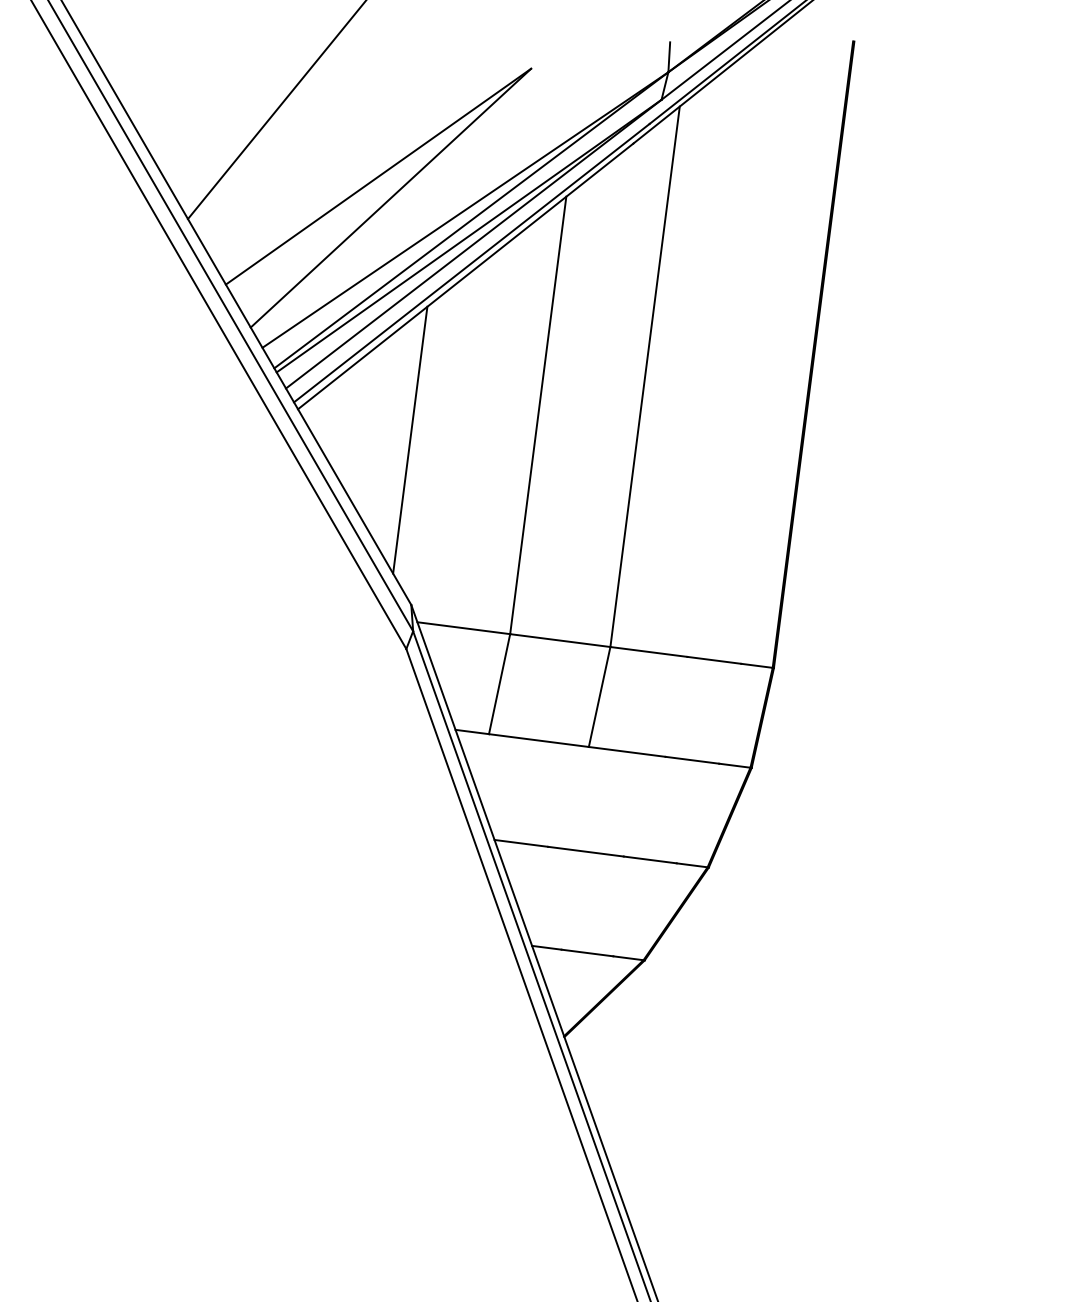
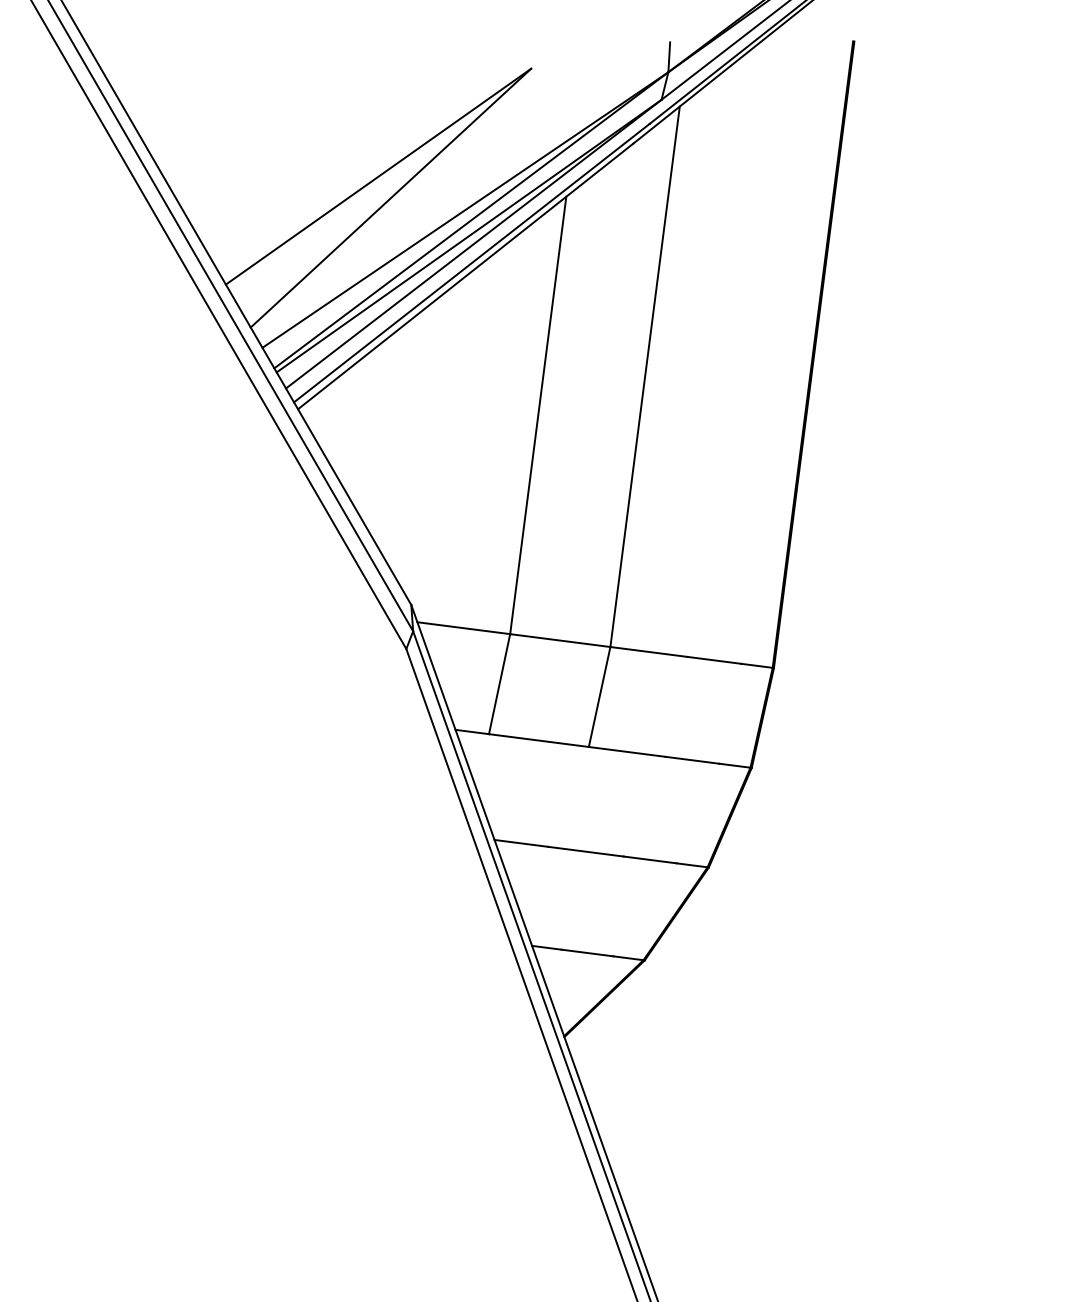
line at (275, 110): present -> none
line at (410, 439): present -> none
